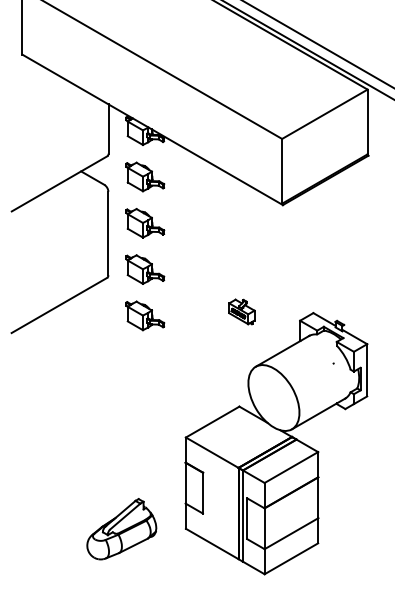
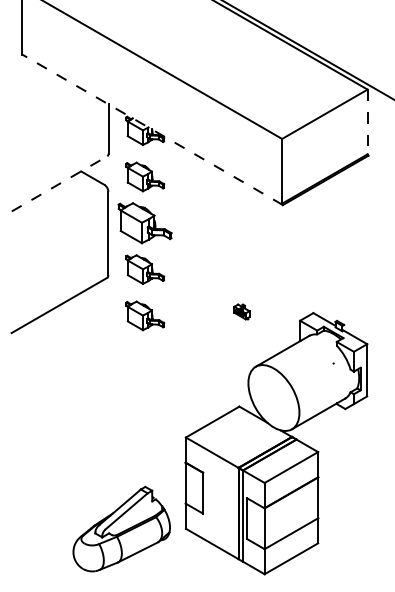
line at (317, 44): present -> none
line at (367, 122): solid -> dashed
line at (152, 129): solid -> dashed
line at (60, 183): solid -> dashed
part at (145, 223) size: 41x31 px -> 56x43 px
part at (241, 311) size: 28x28 px -> 18x18 px
part at (121, 529) size: 72x63 px -> 99x88 px
